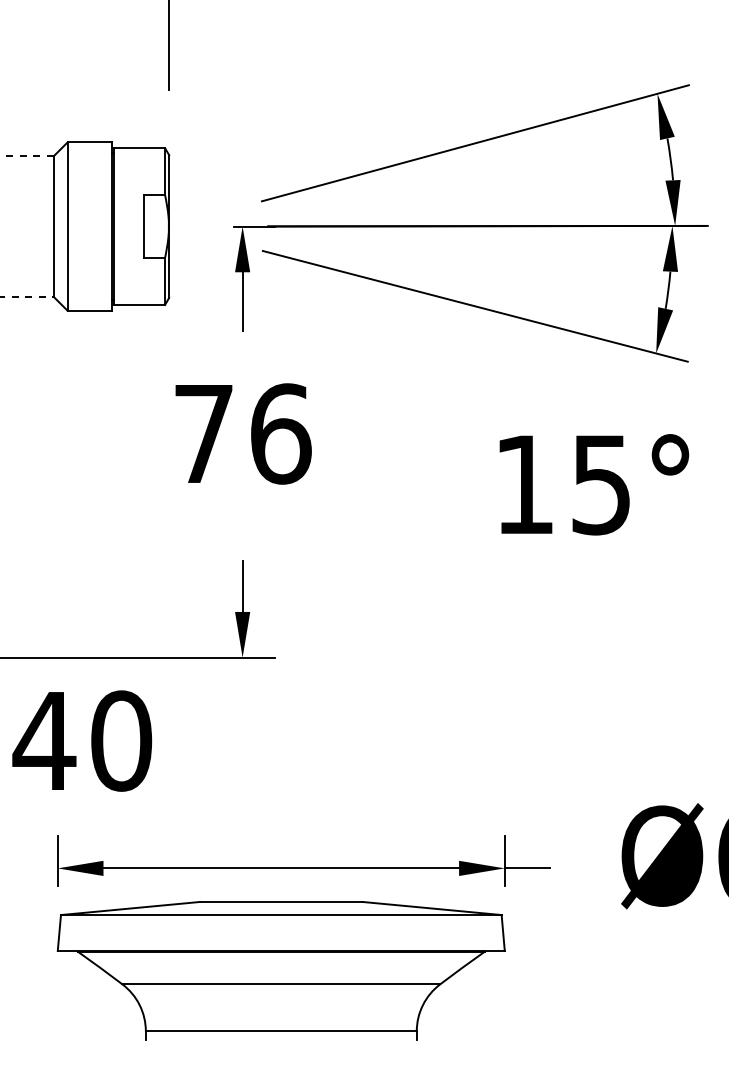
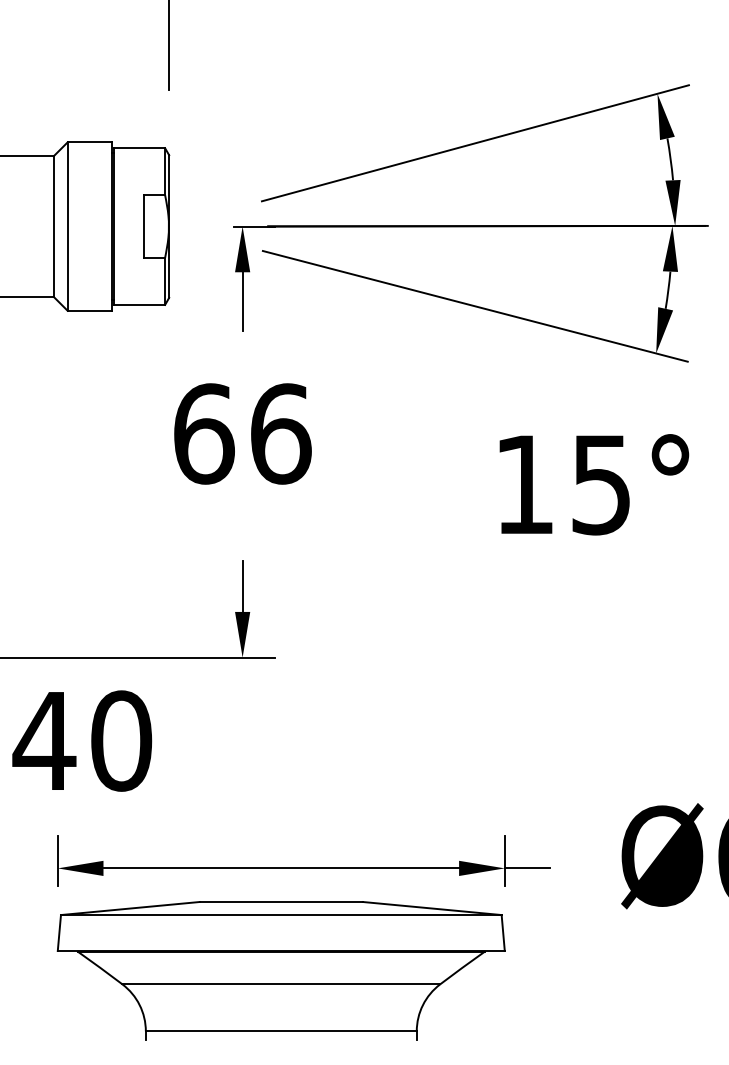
line at (26, 156): dashed -> solid
line at (26, 296): dashed -> solid
text at (204, 433): 76 -> 66
